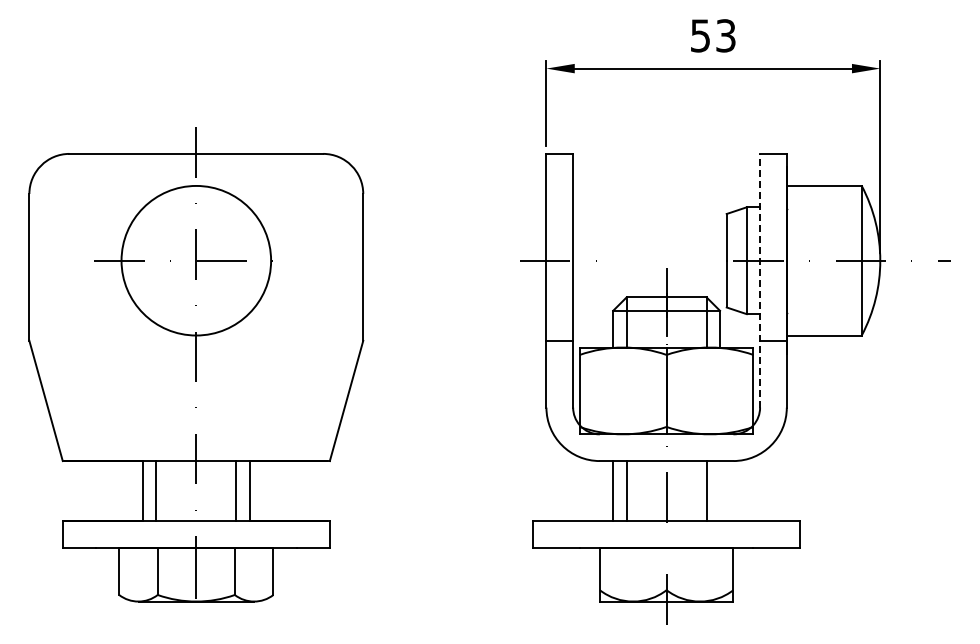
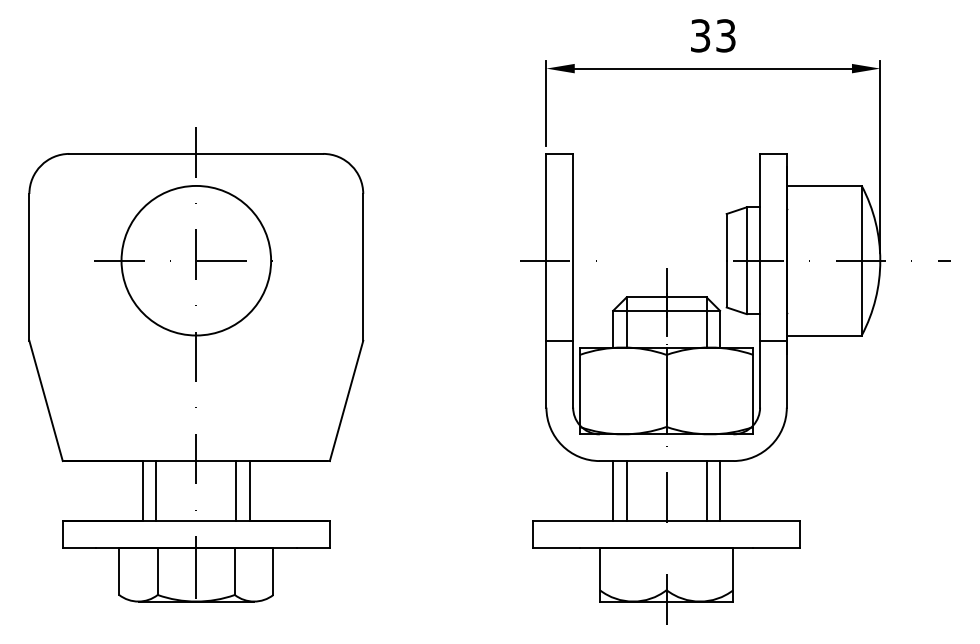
text at (700, 35): 53 -> 33
line at (760, 280): dashed -> solid
line at (720, 491): none -> present
